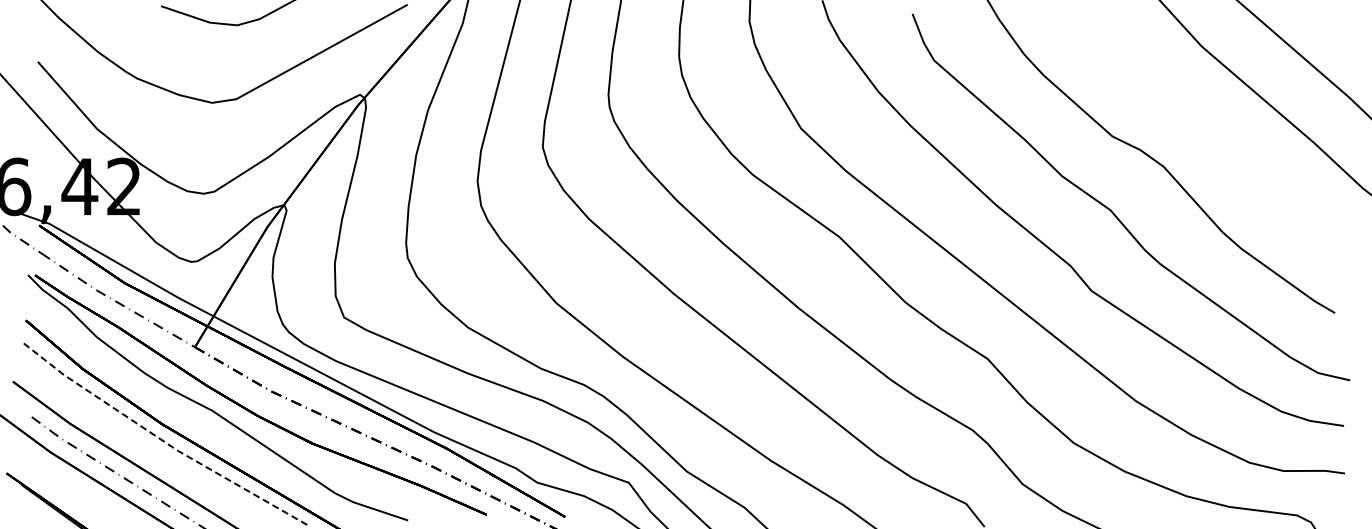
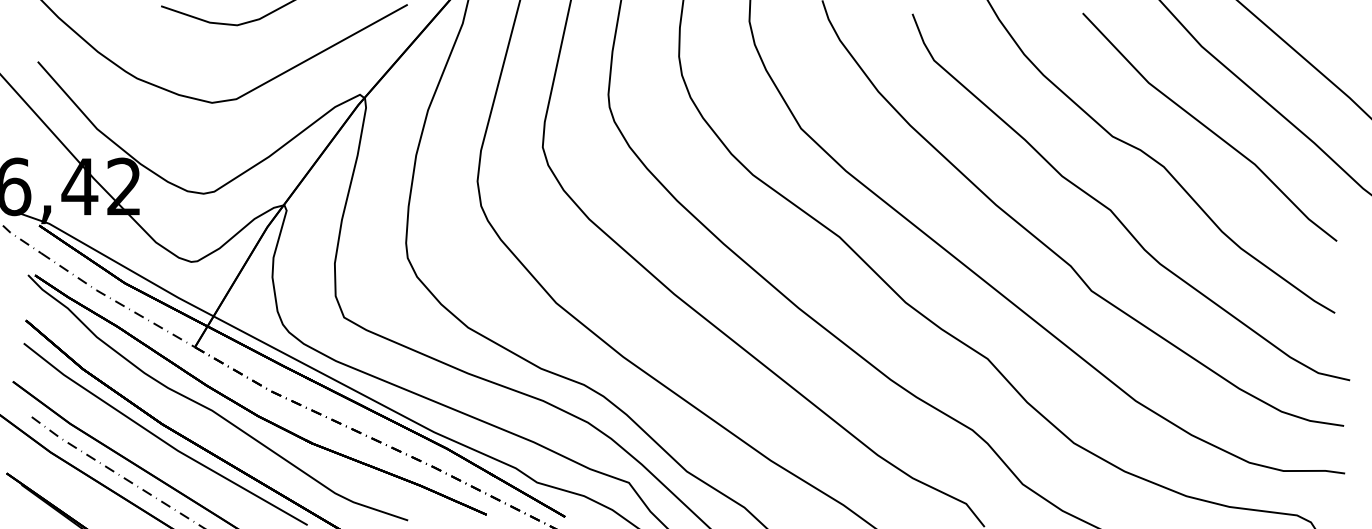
line at (1208, 127): none -> present
line at (162, 440): dashed -> solid
